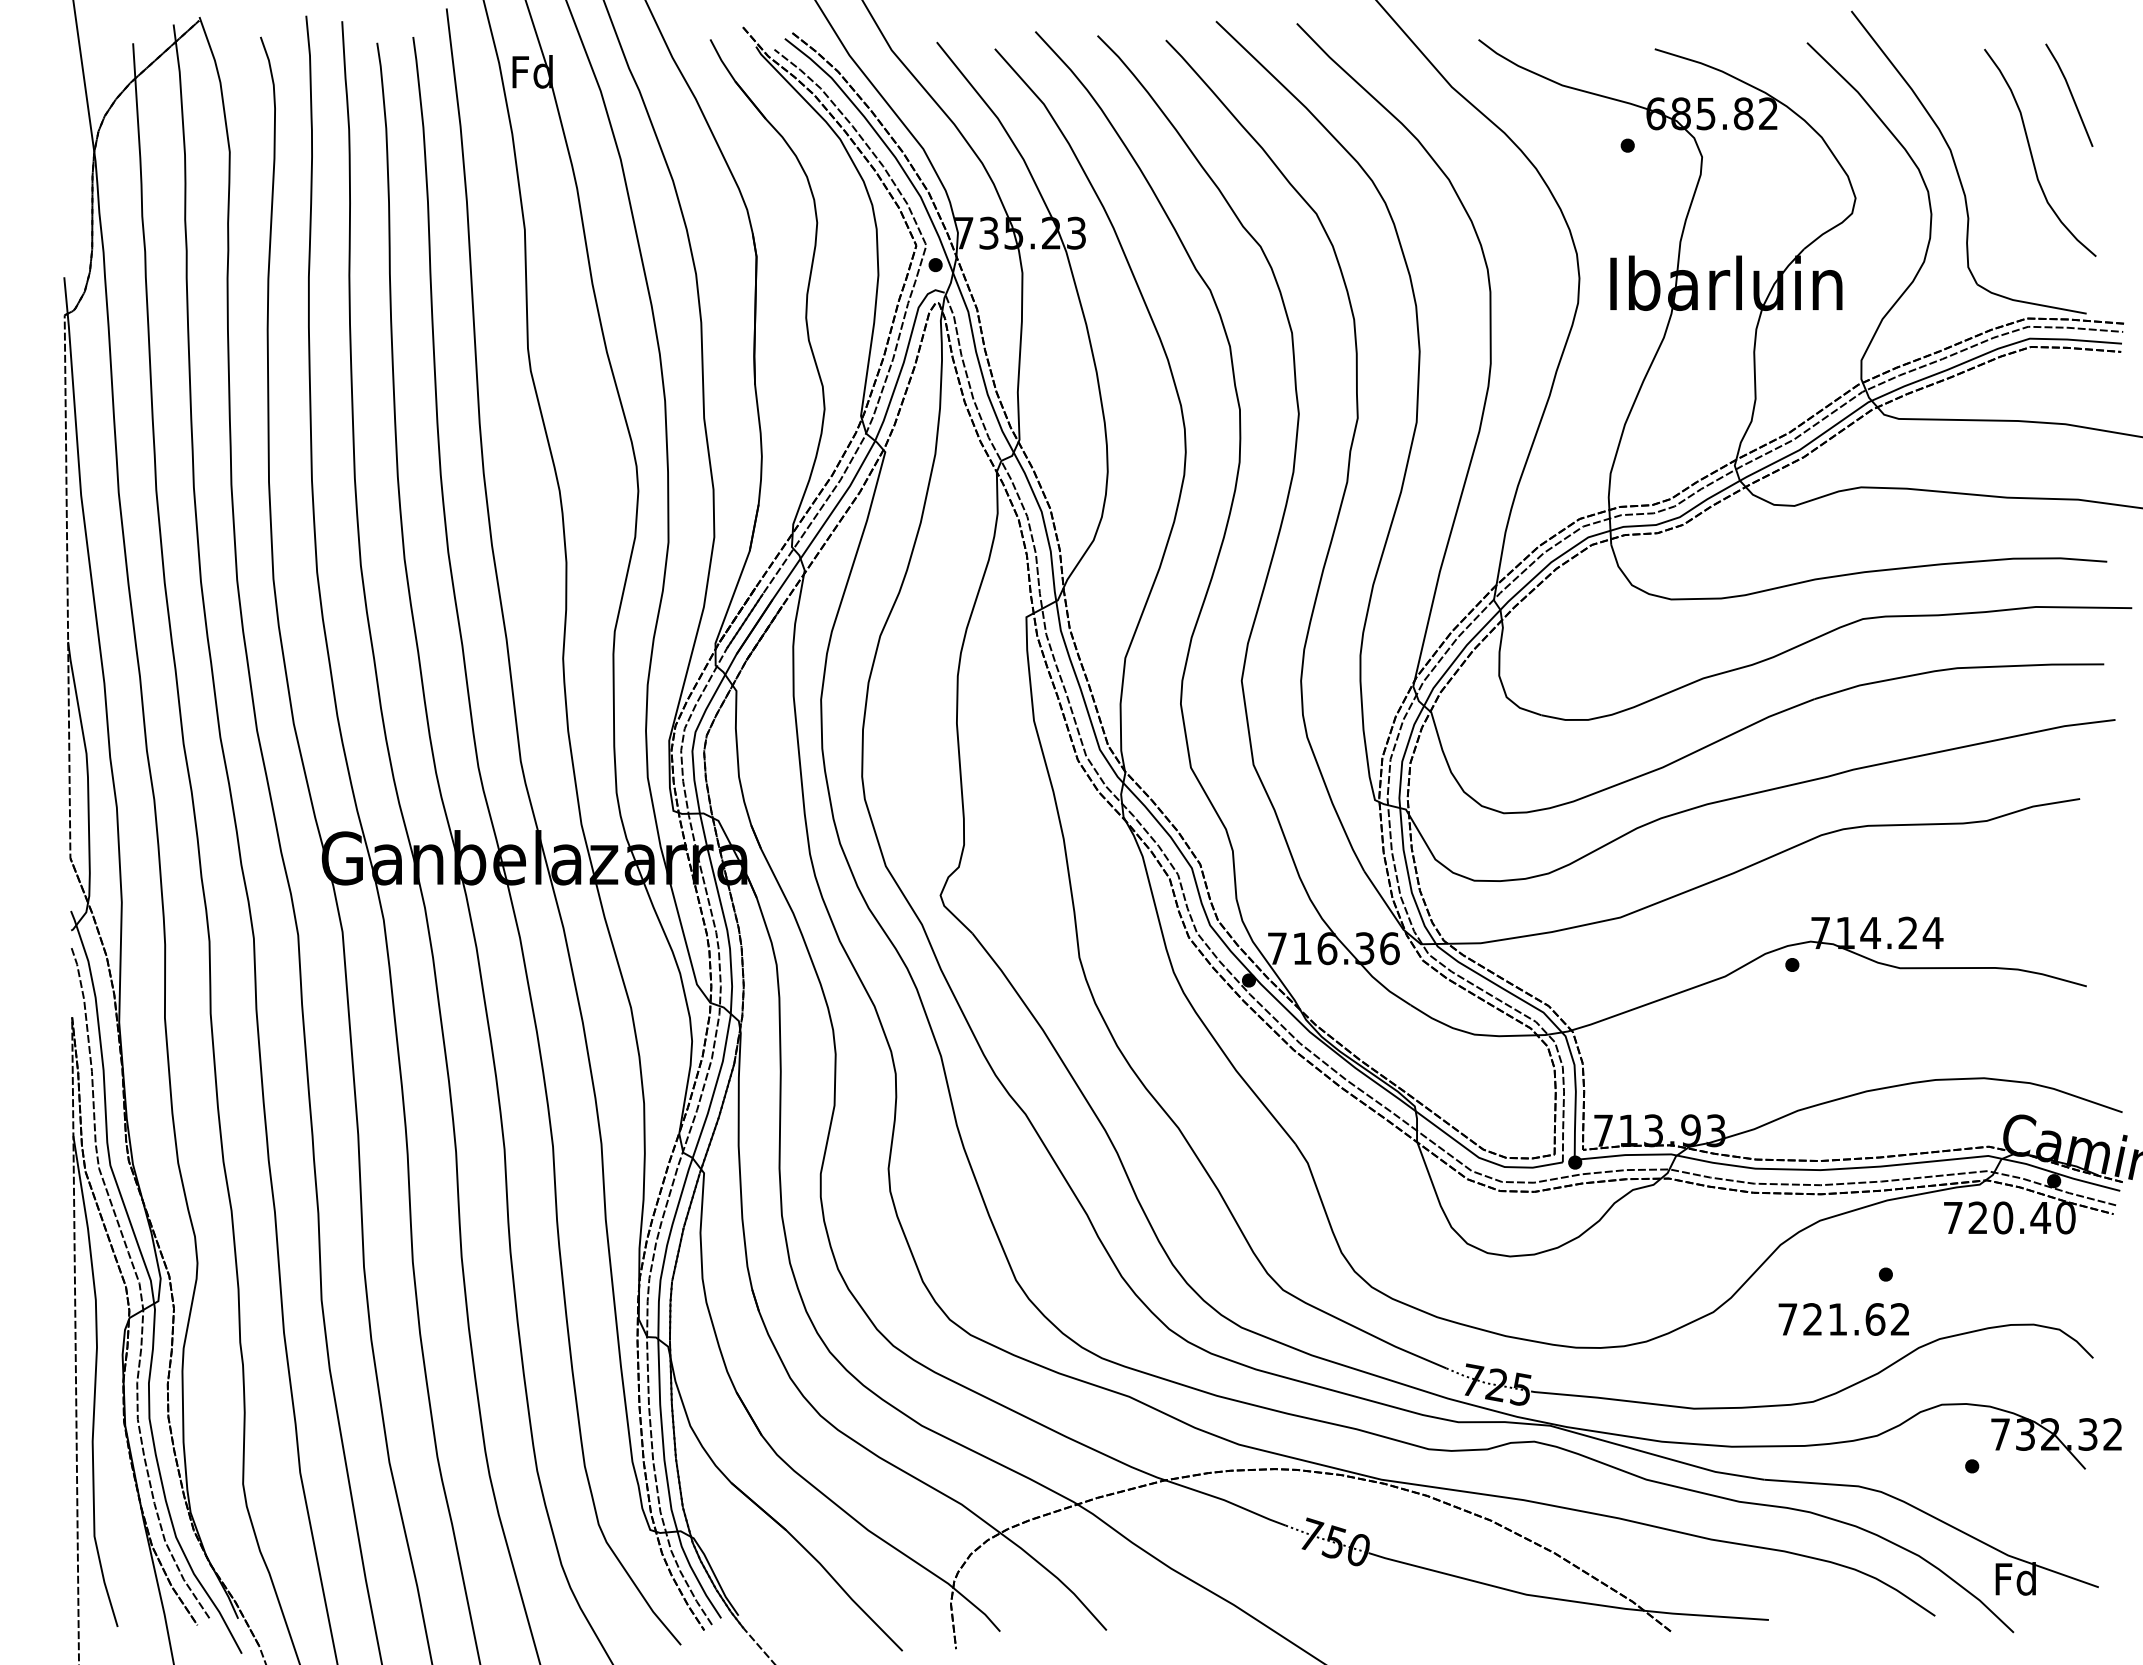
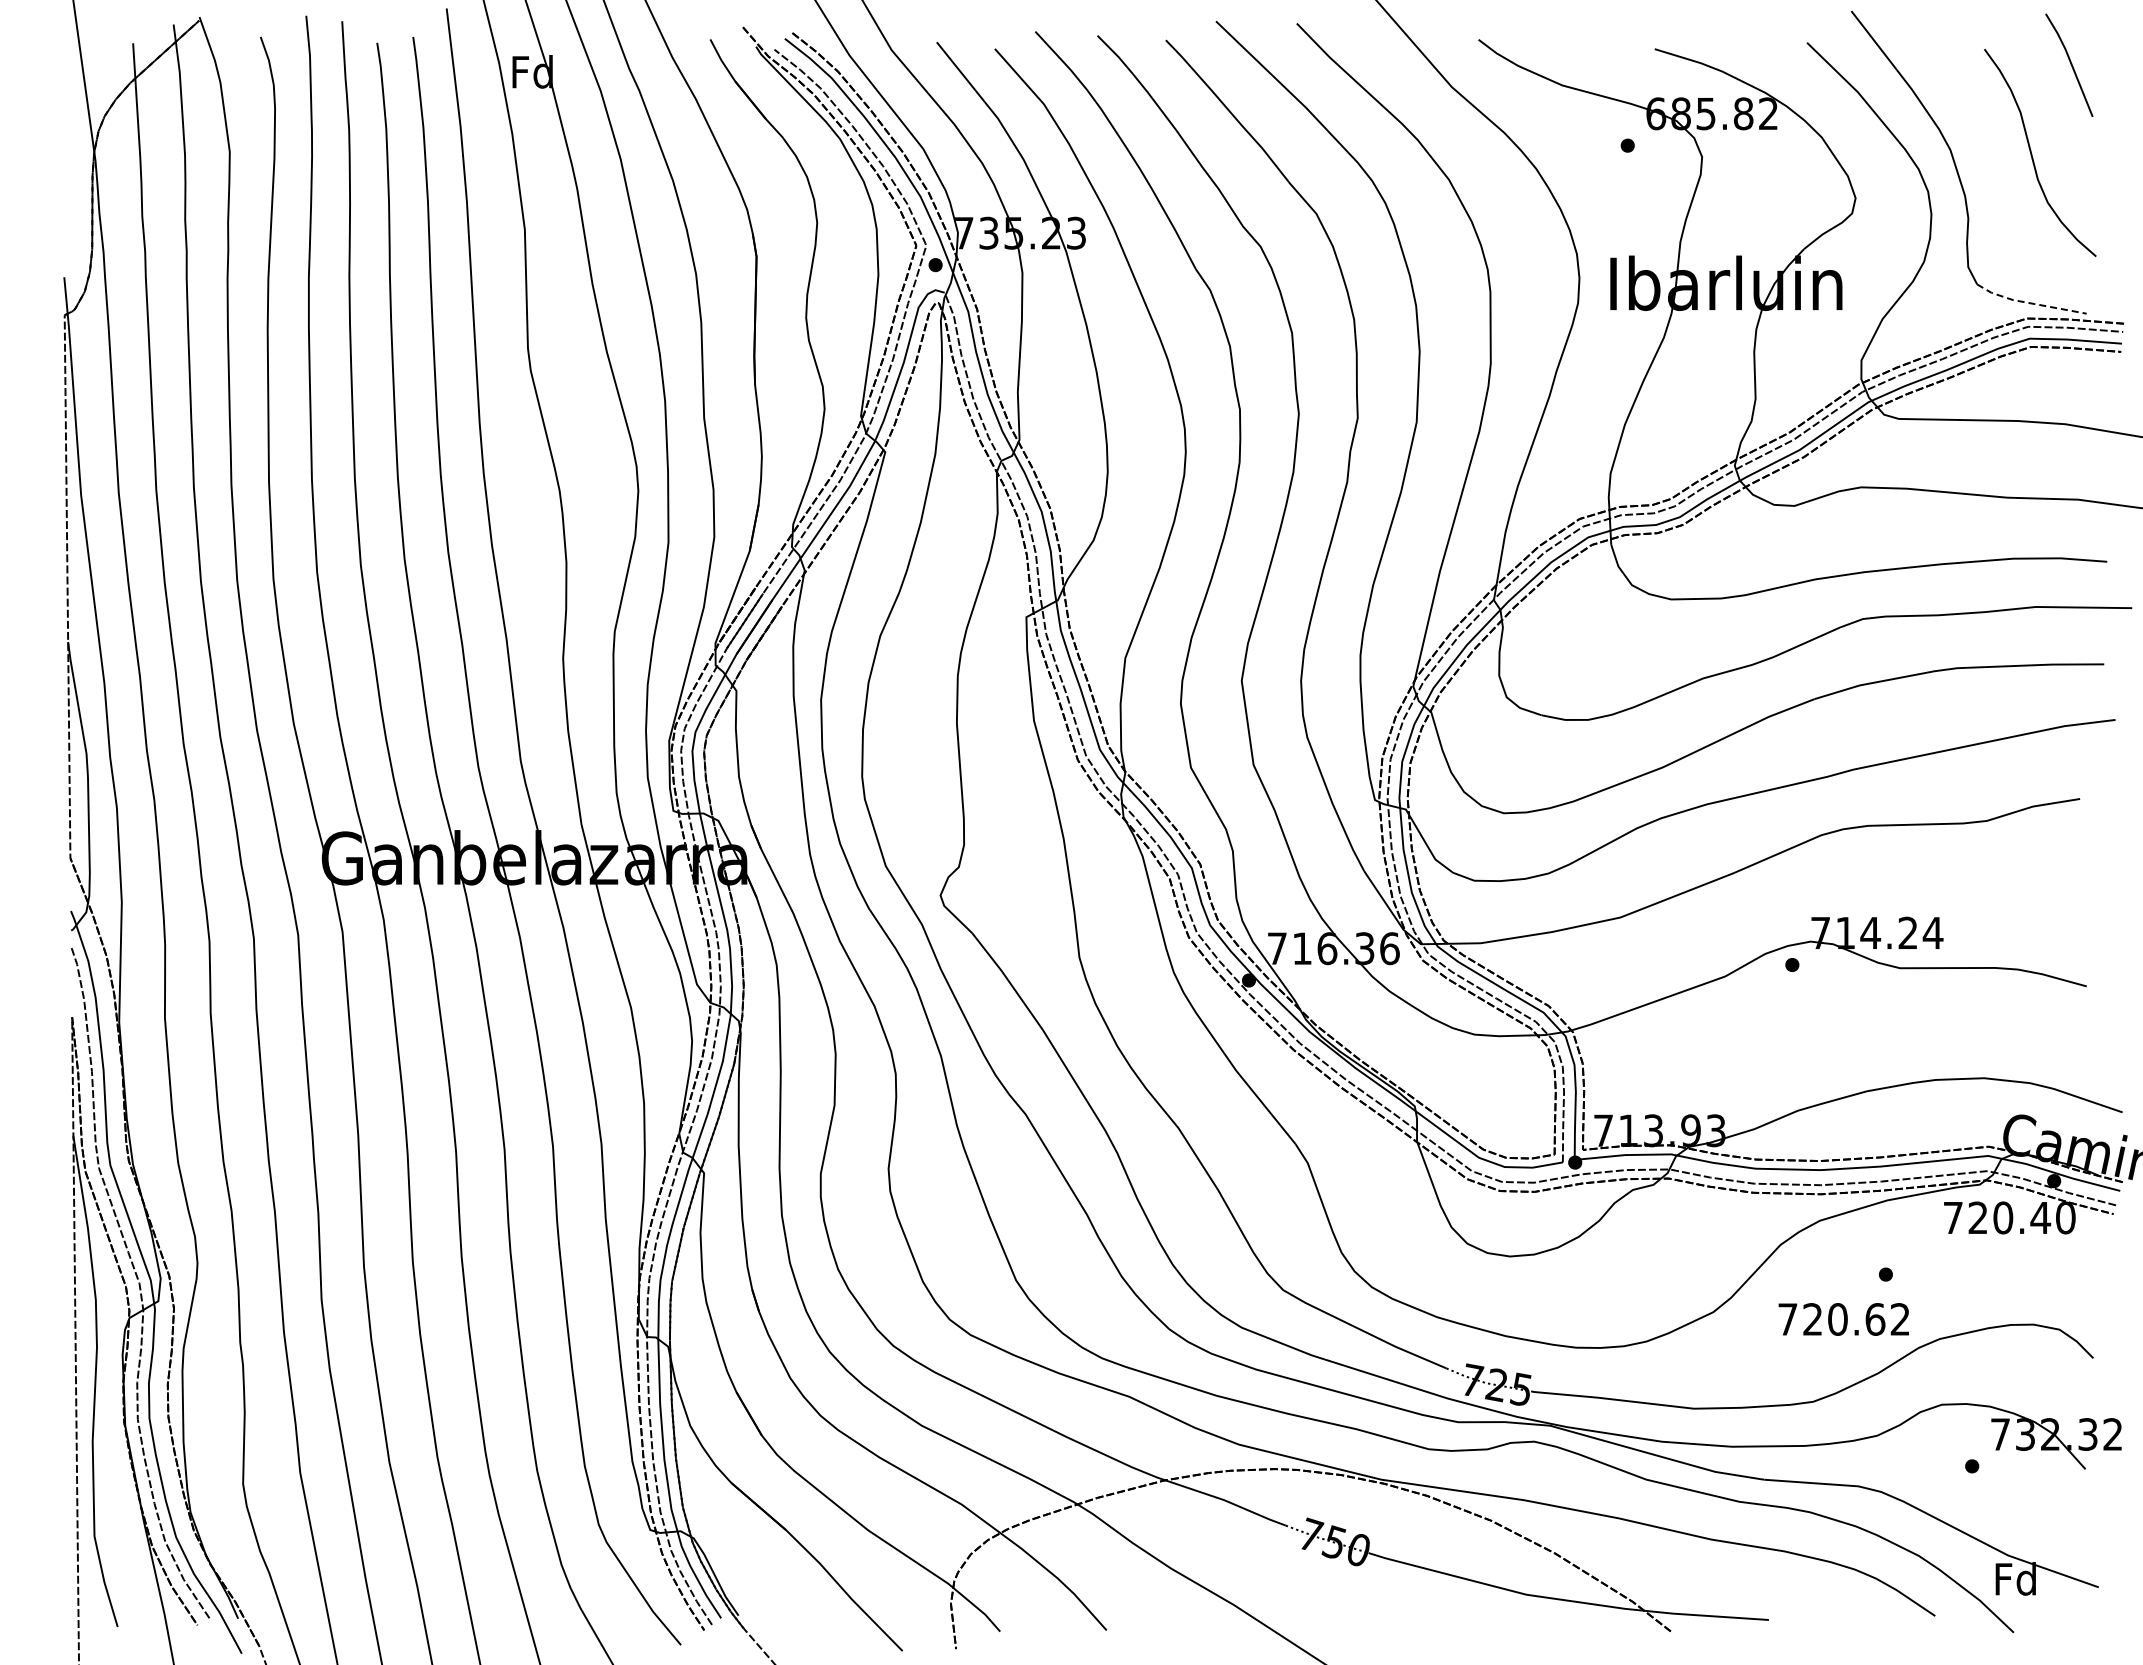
line at (2070, 94) position: (2070, 94) -> (2070, 64)
line at (2029, 303): solid -> dashed
text at (1837, 1319): 721.62 -> 720.62
